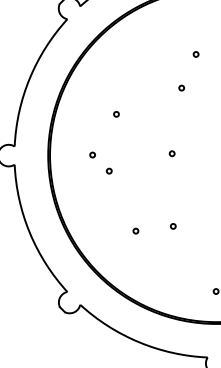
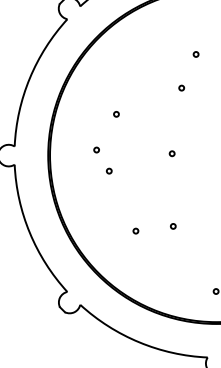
circle at (92, 154) position: (92, 154) -> (96, 149)
